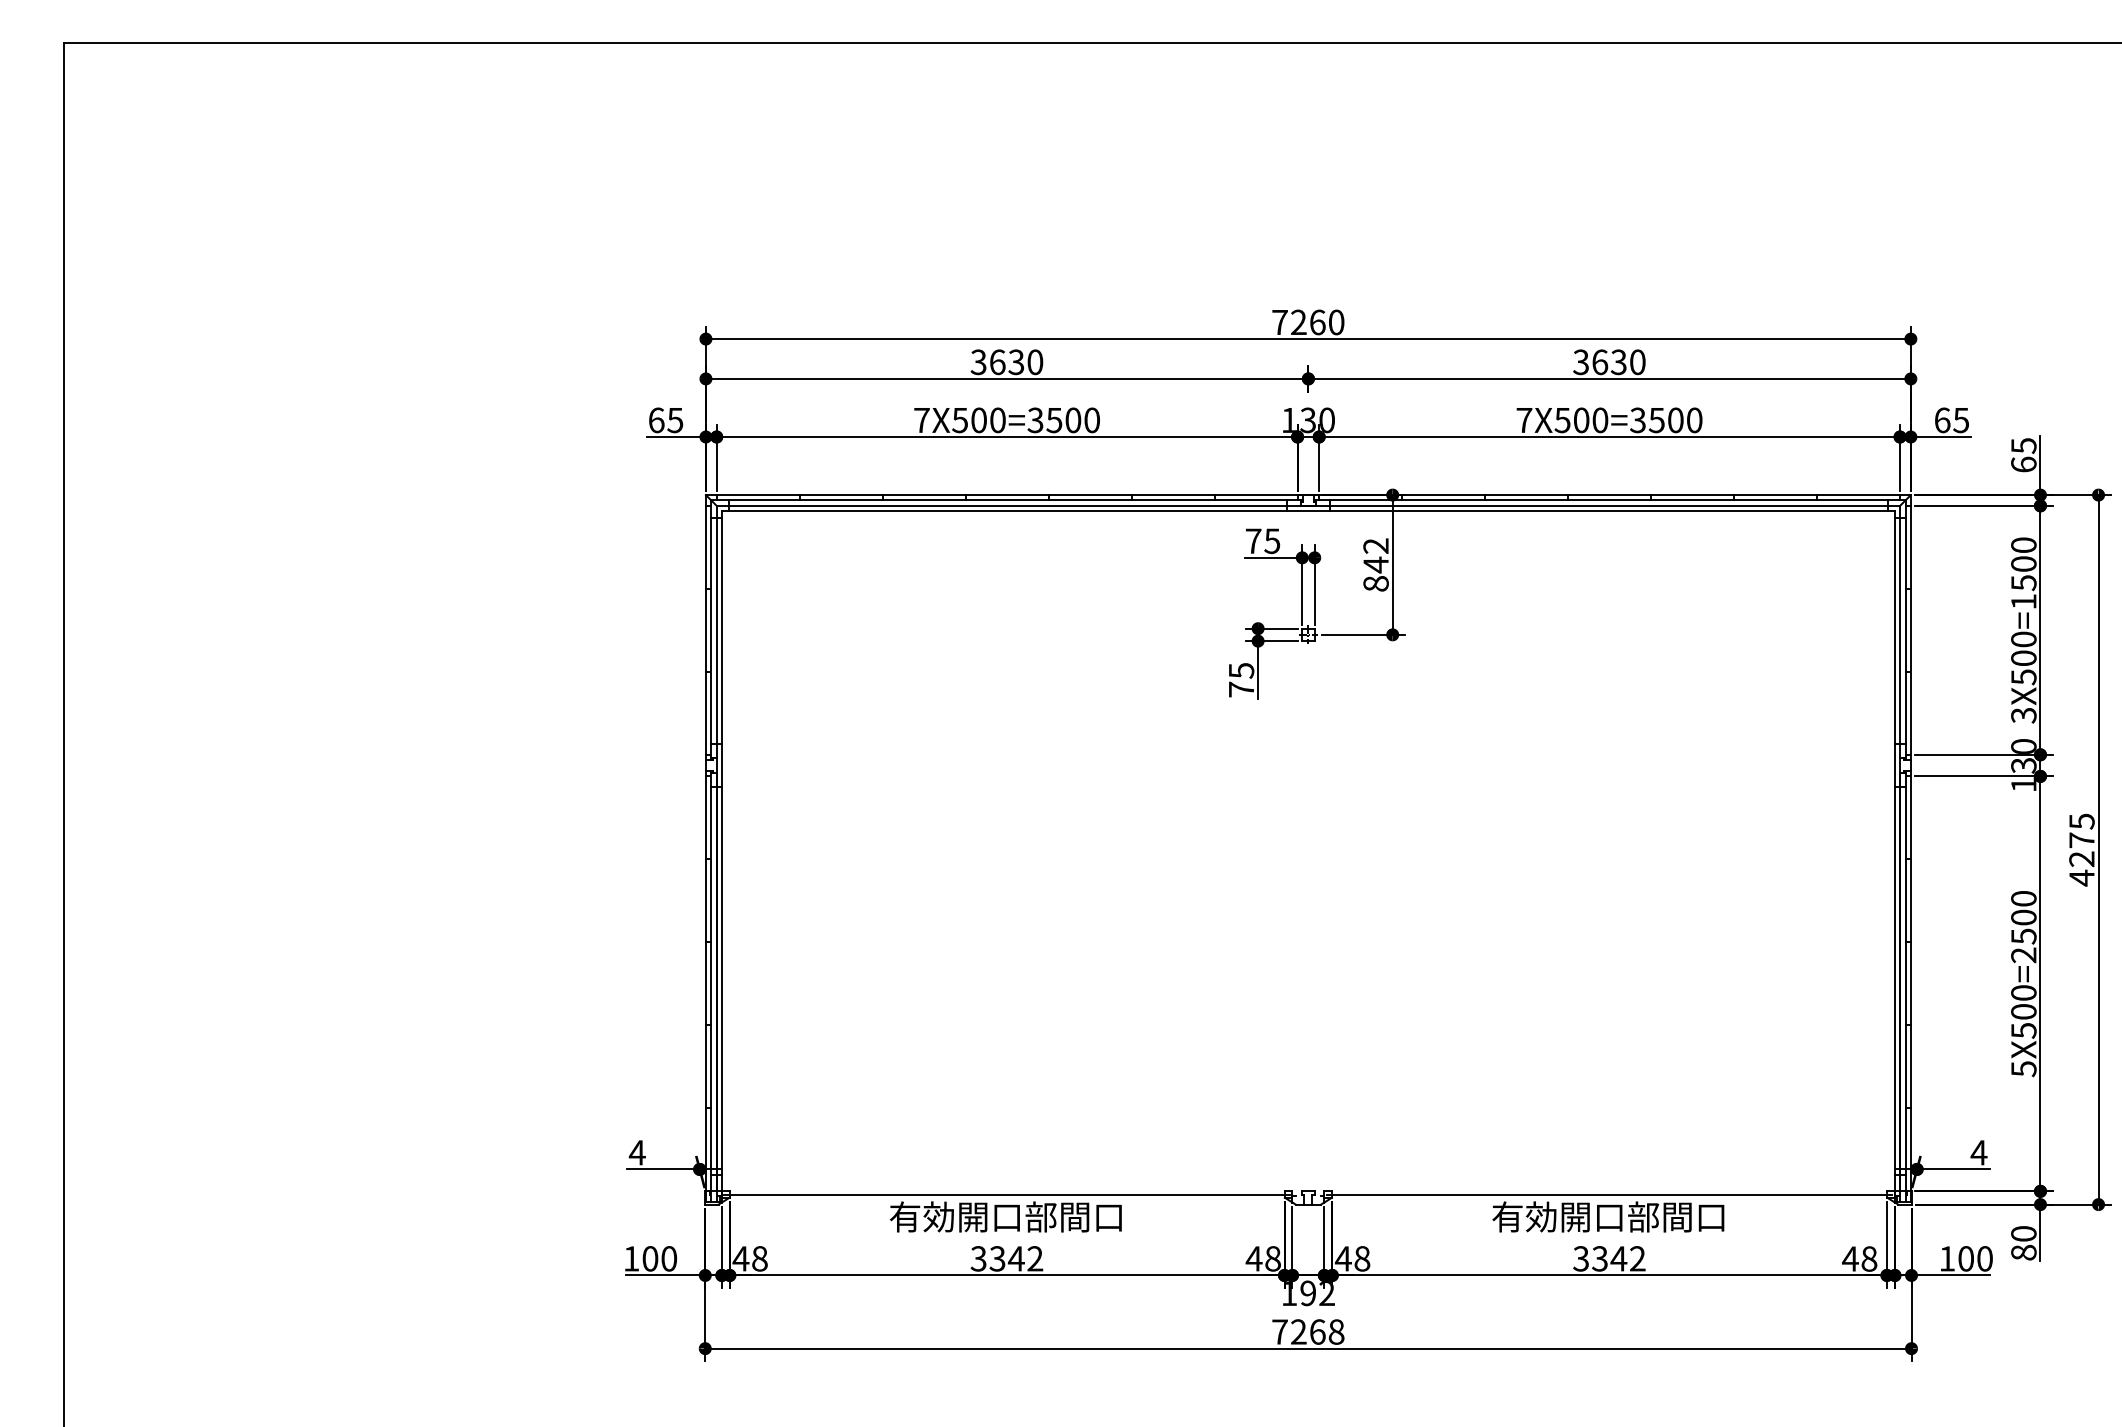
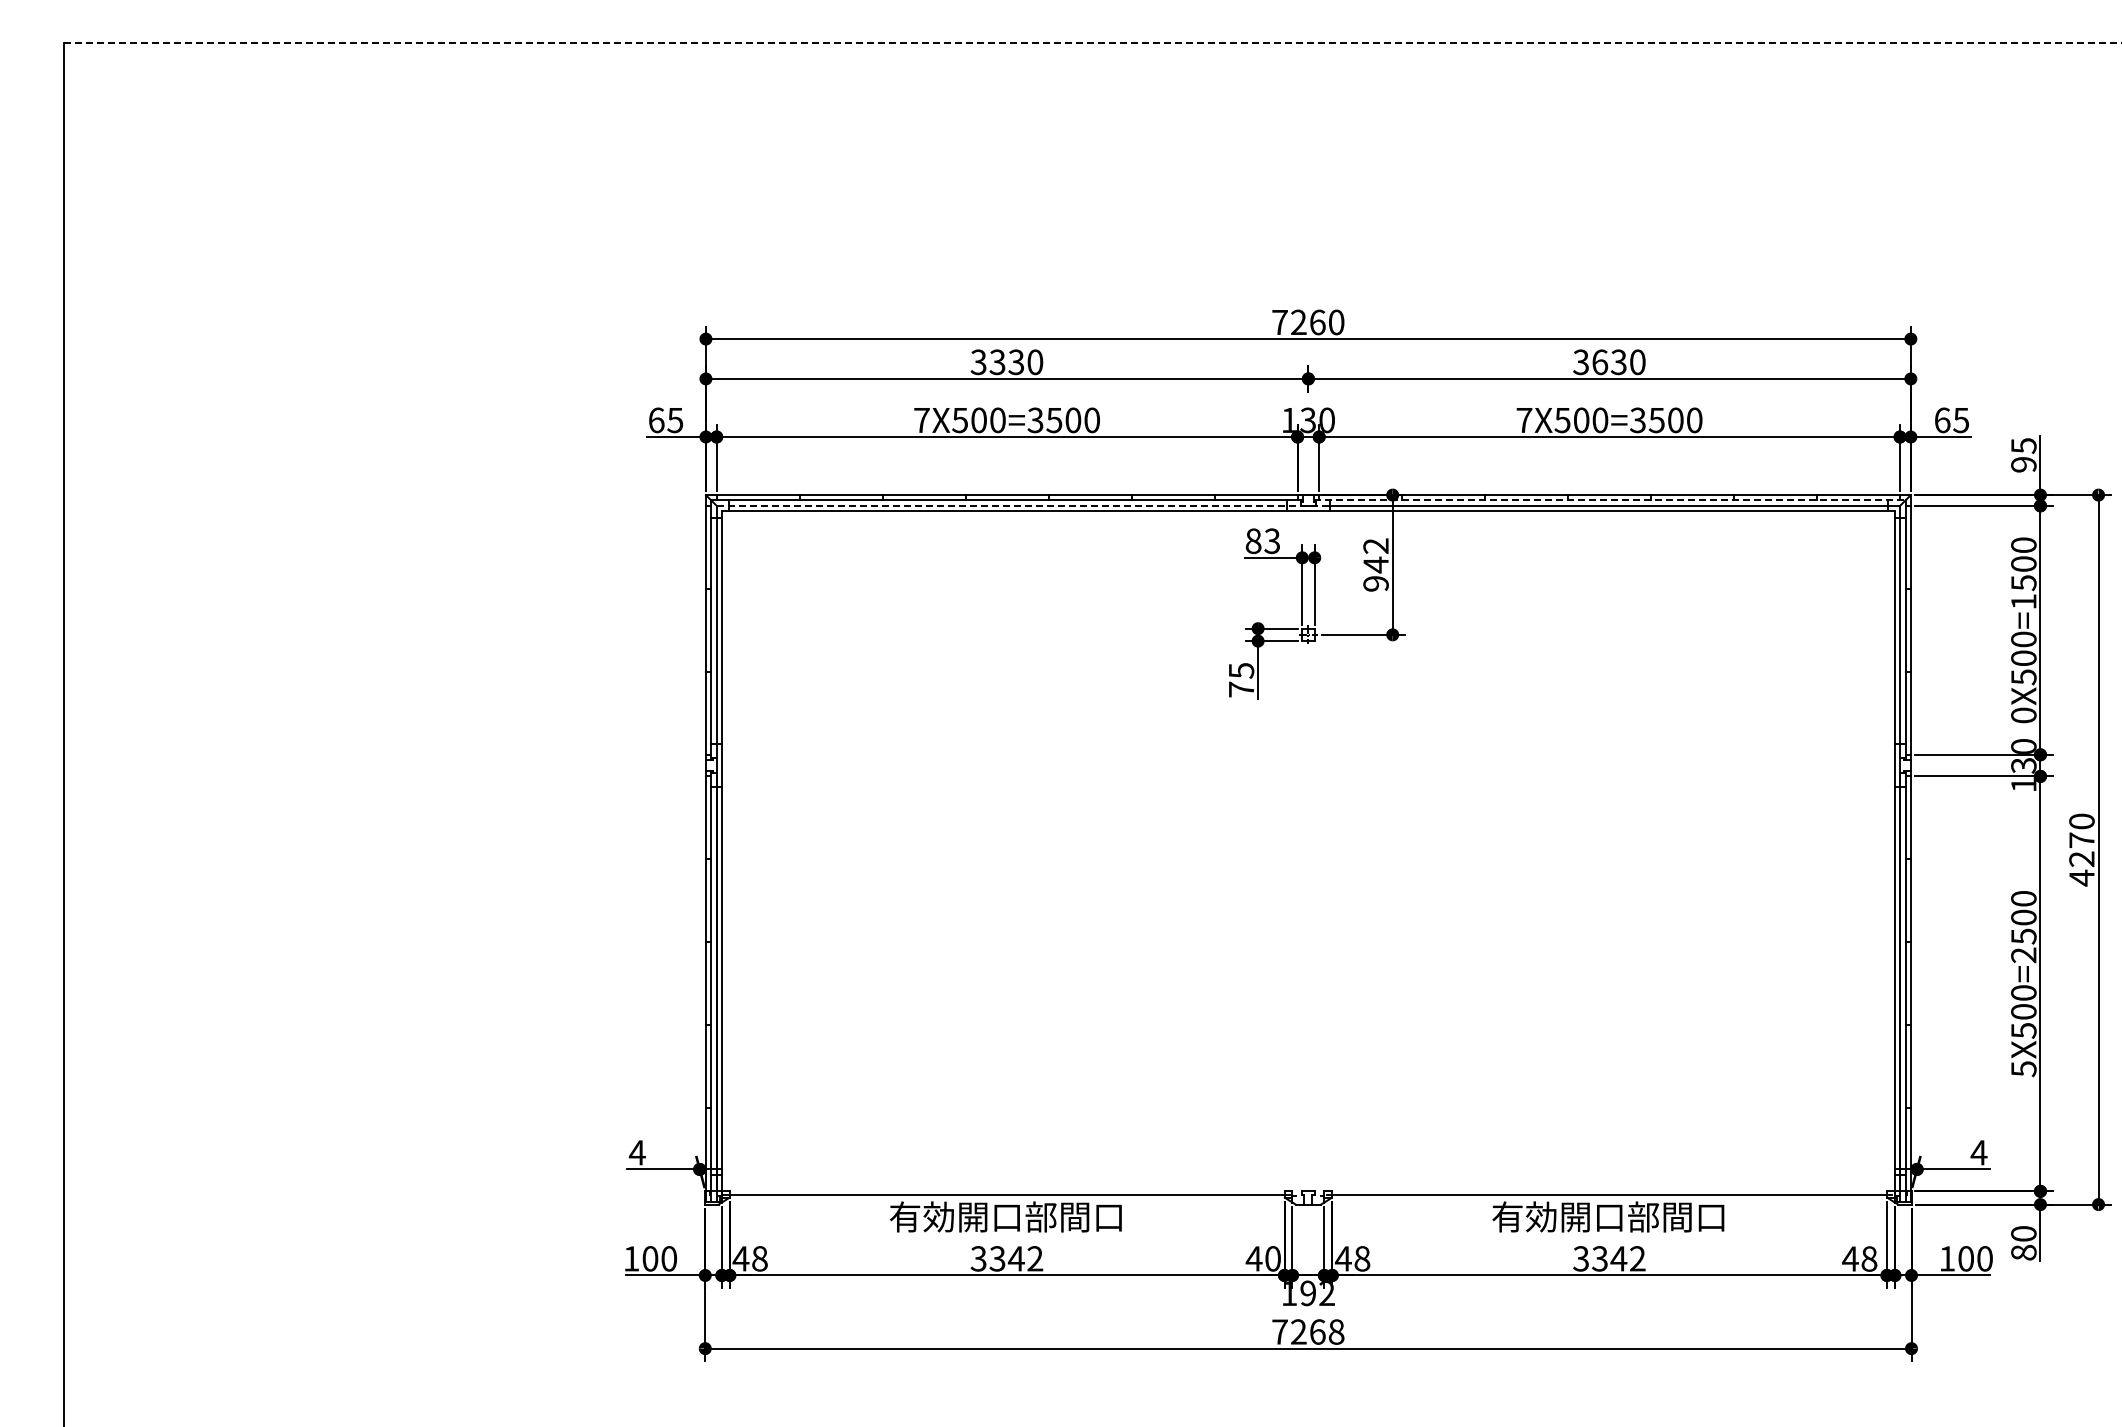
line at (1092, 42): solid -> dashed
text at (997, 362): 3630 -> 3330
text at (2023, 464): 65 -> 95
line at (1610, 499): solid -> dashed
line at (1023, 505): solid -> dashed
text at (1262, 541): 75 -> 83
text at (1375, 583): 842 -> 942
text at (2023, 715): 3X500=1500 -> 0X500=1500
text at (2081, 821): 4275 -> 4270
text at (1272, 1258): 48 -> 40
